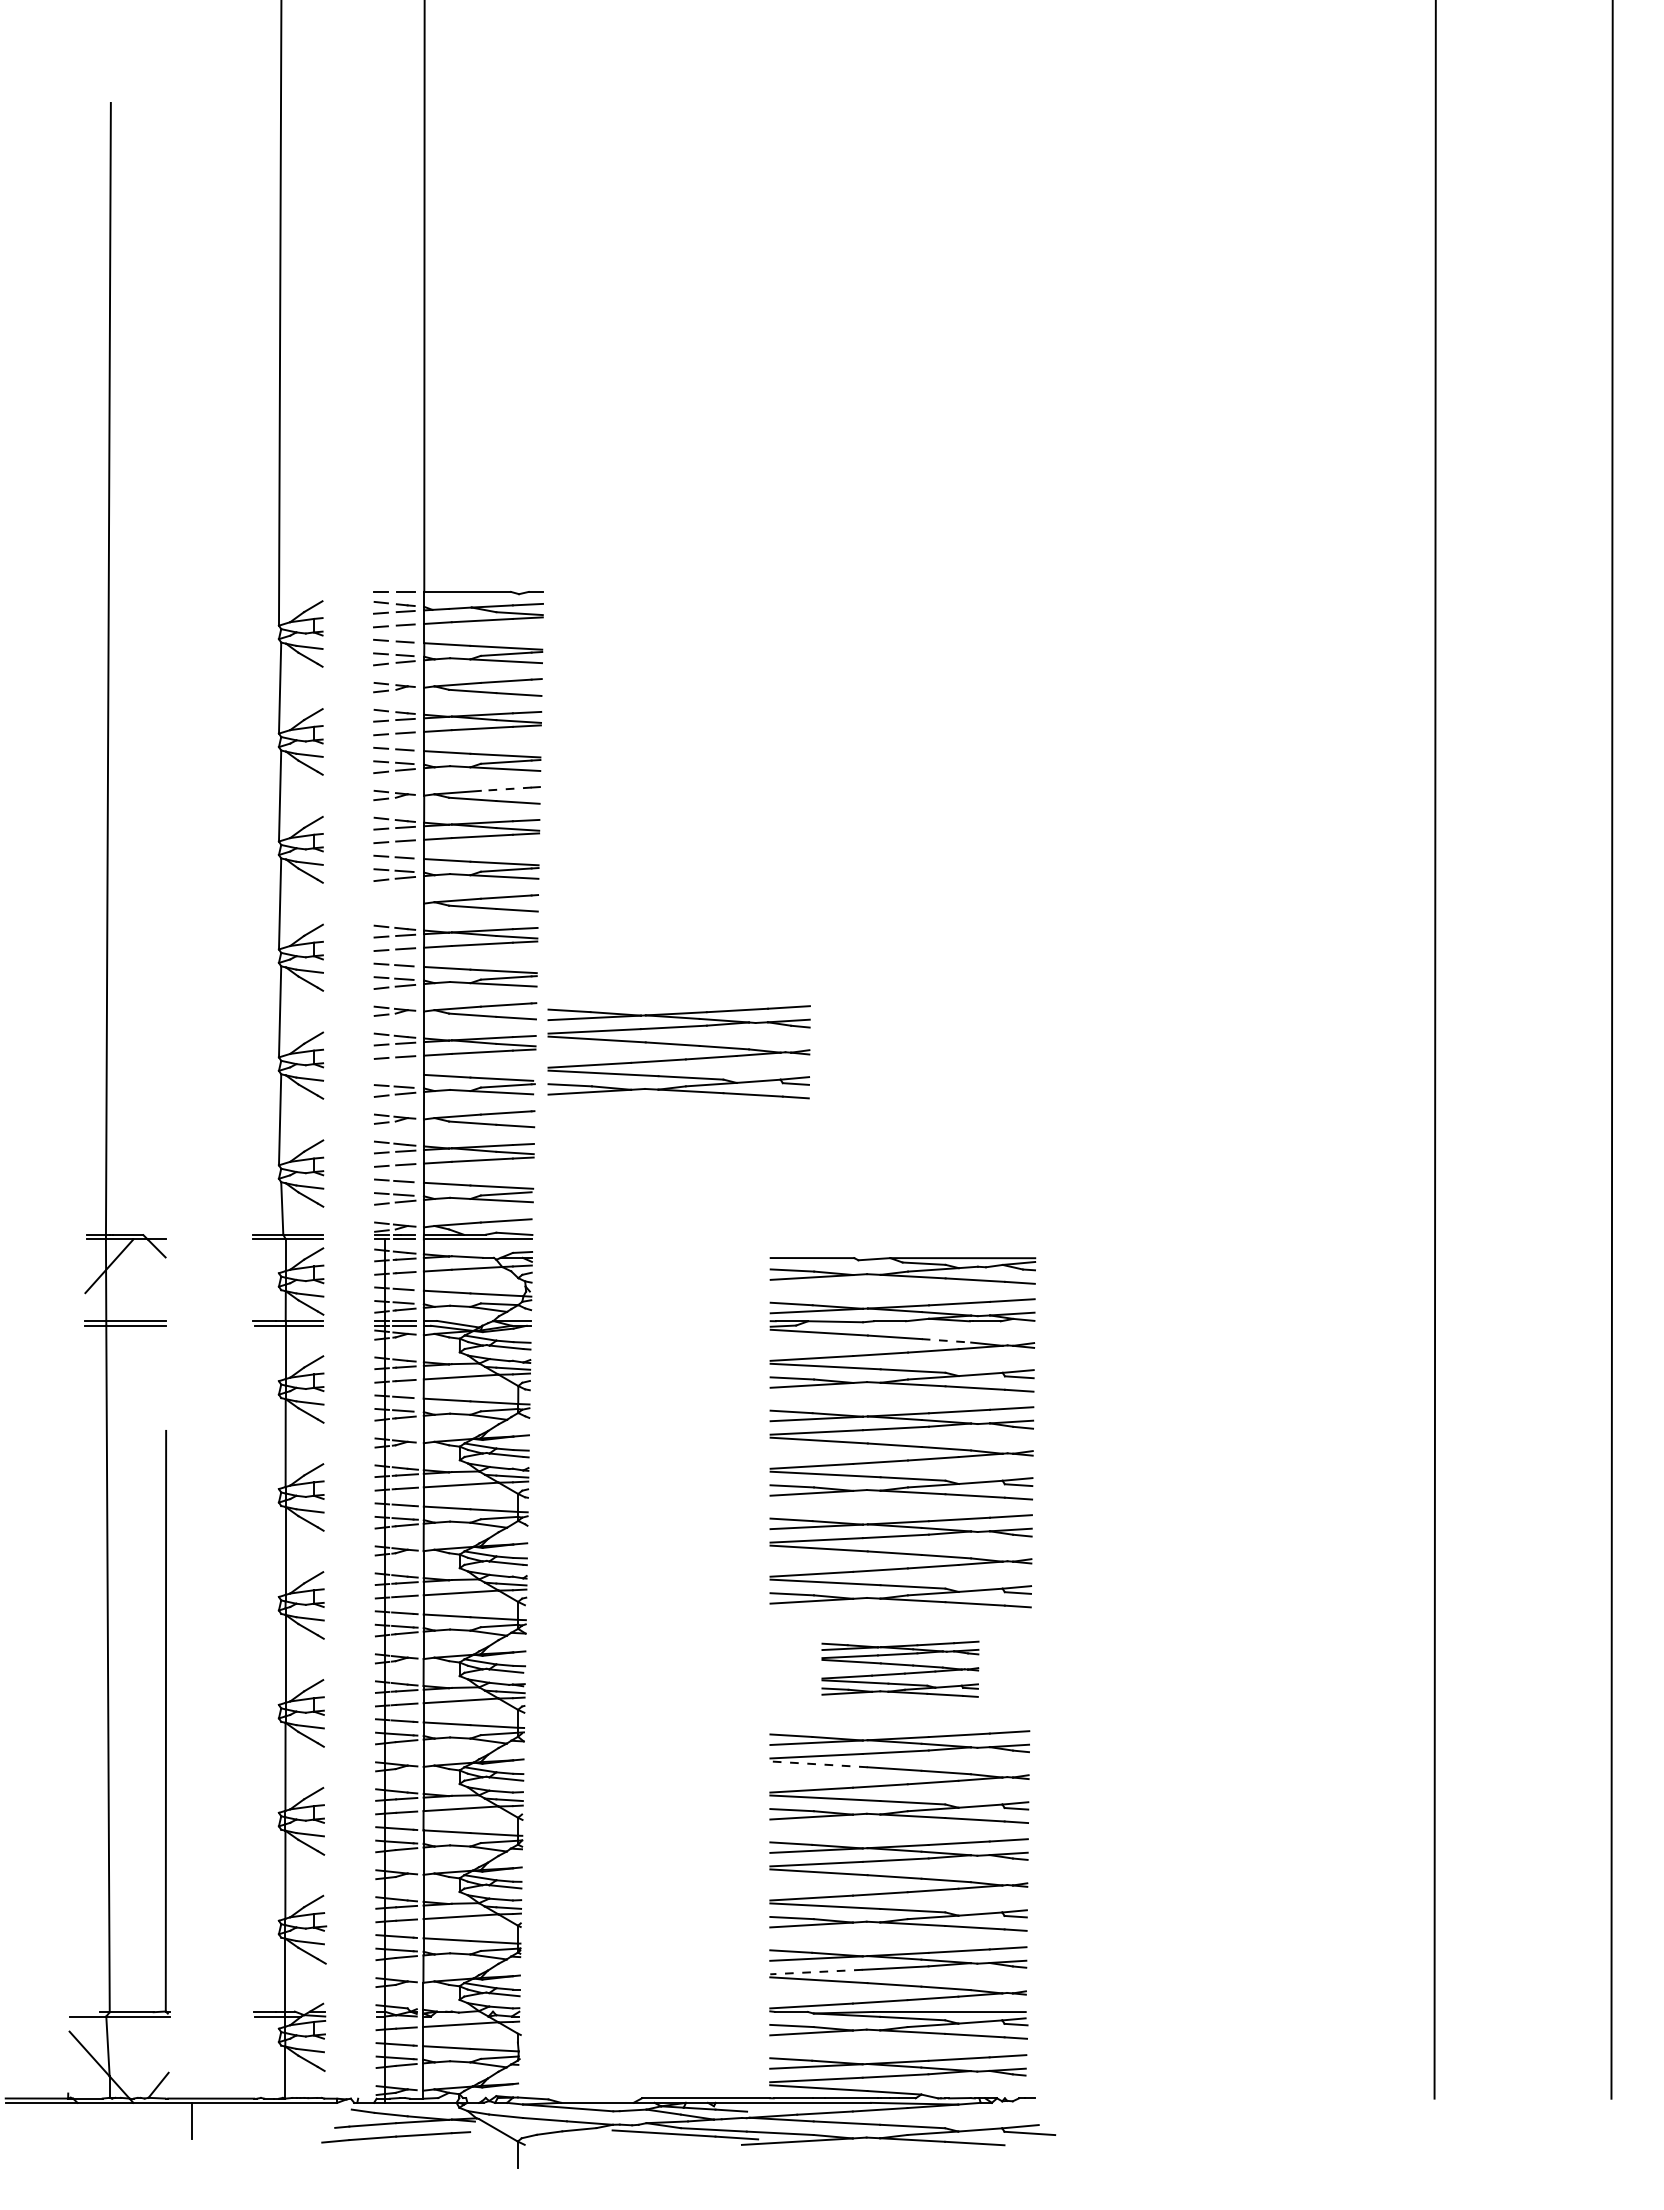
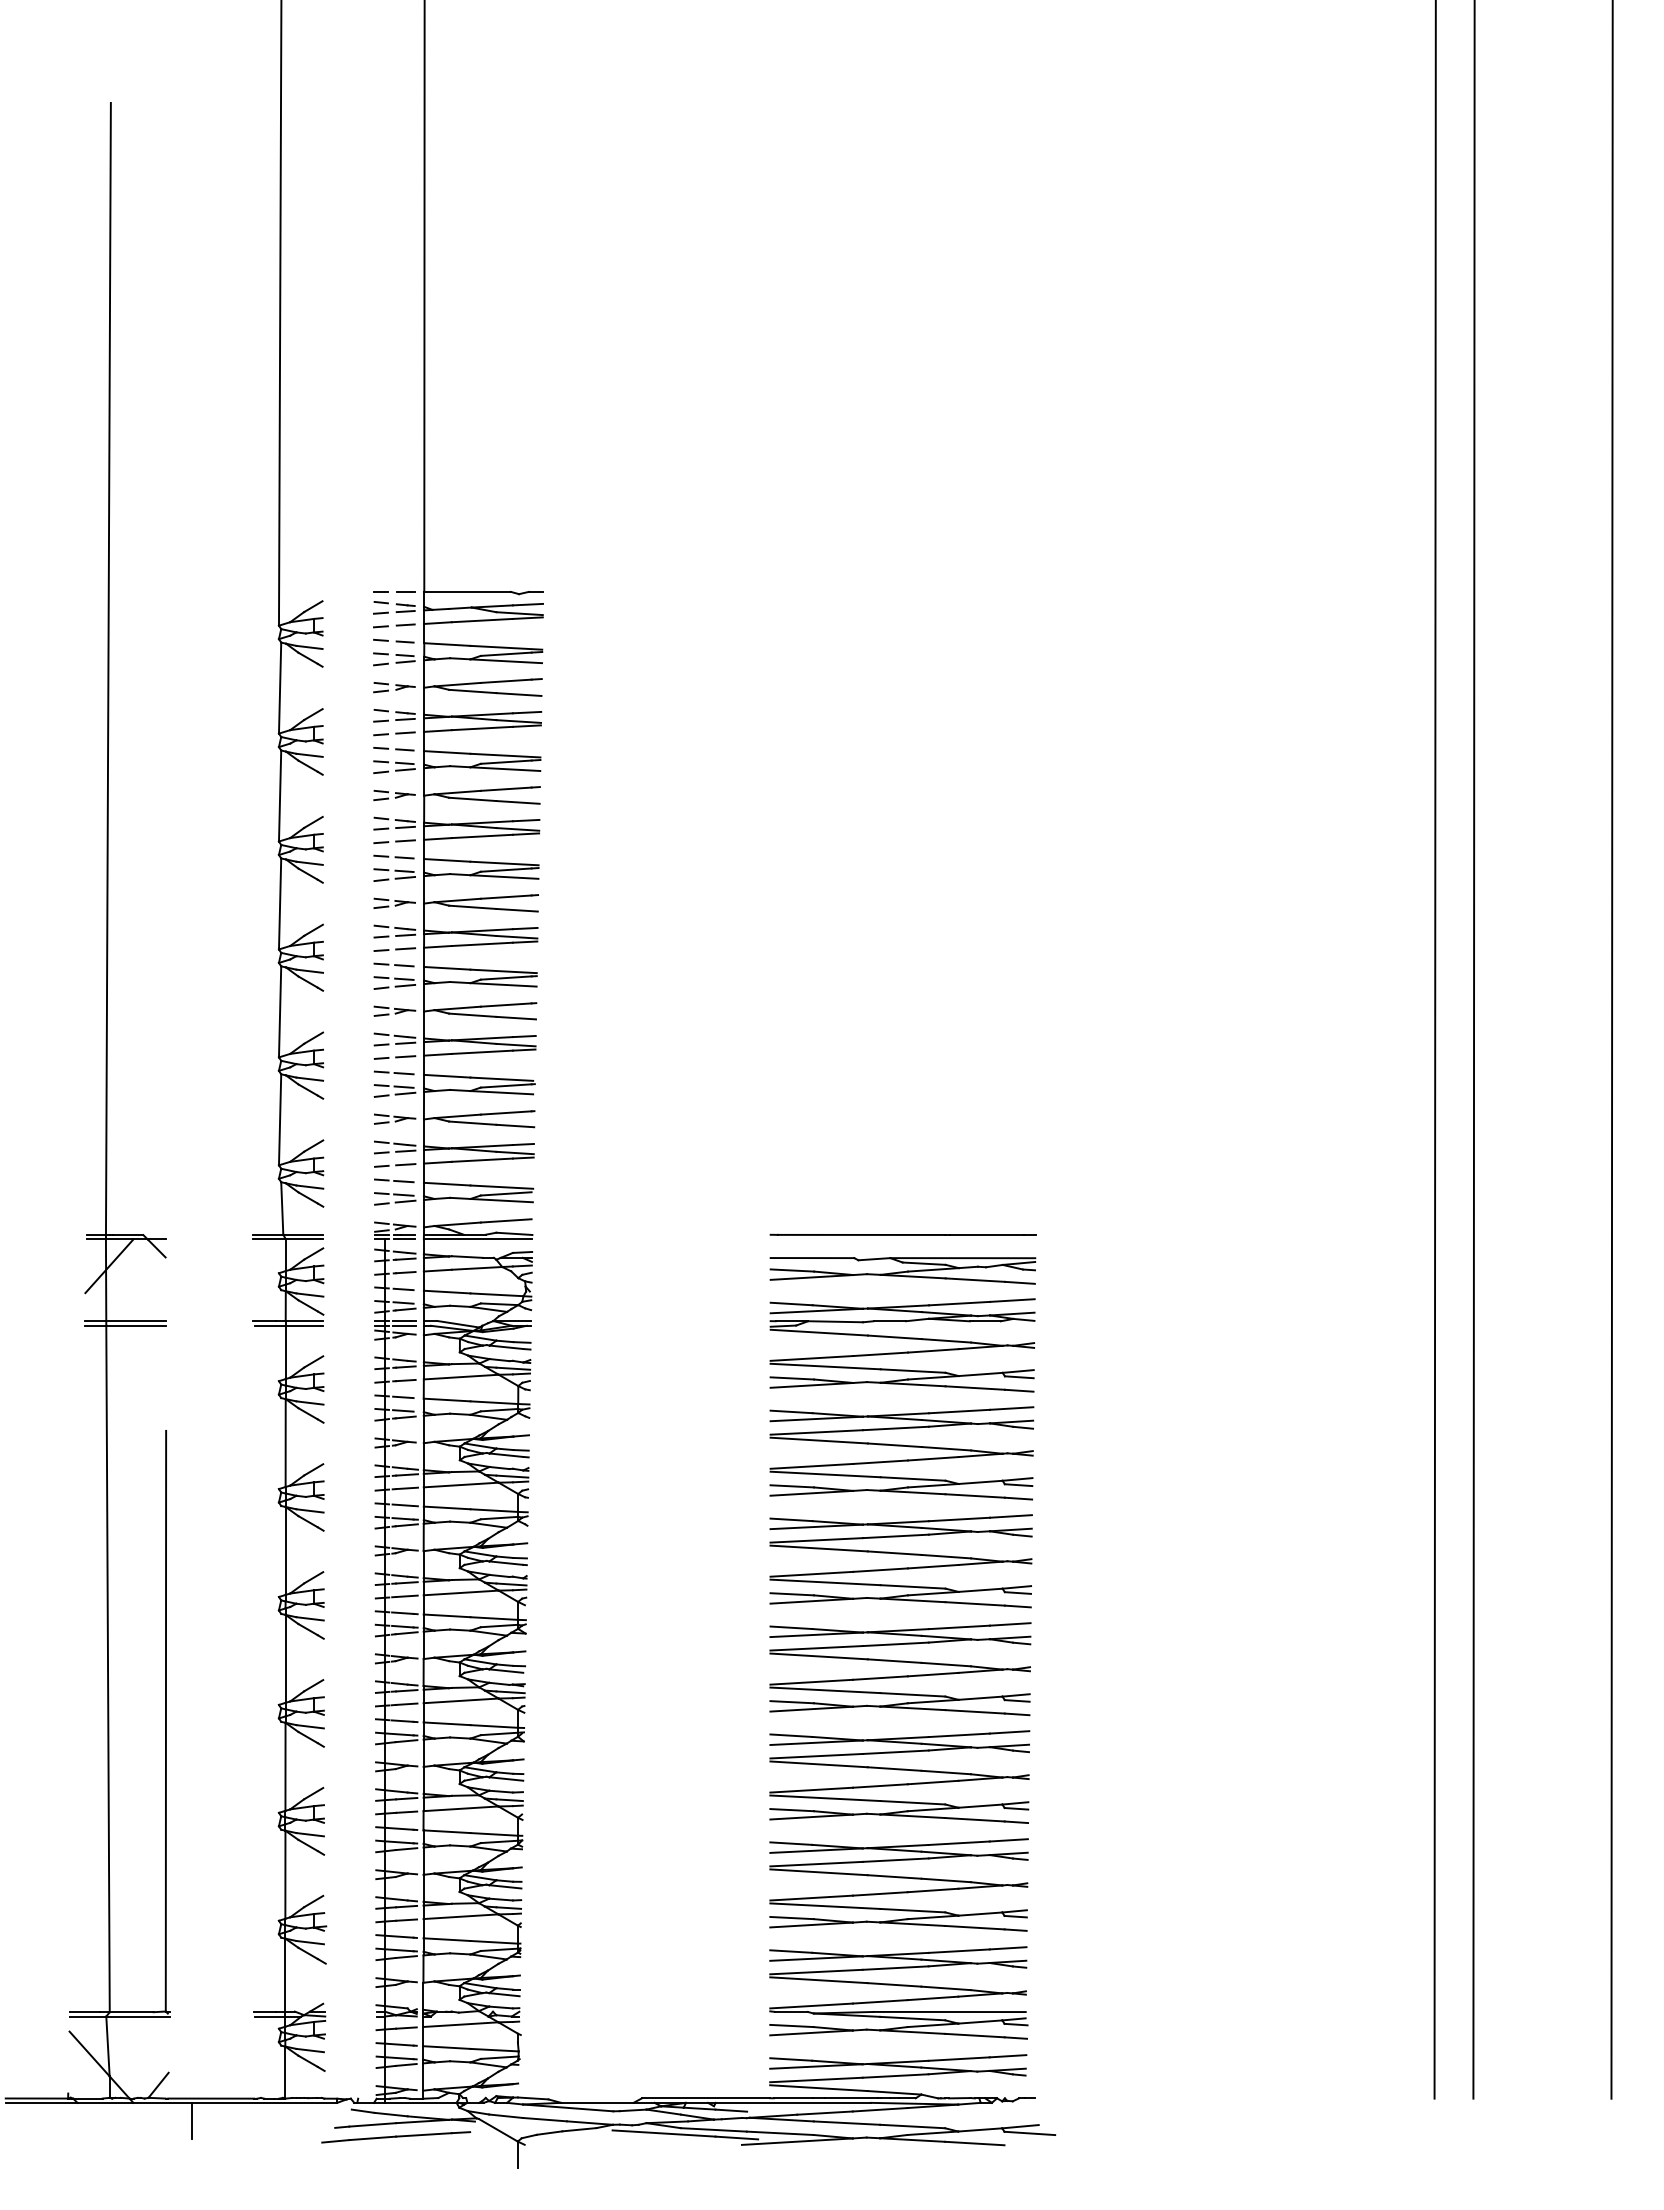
line at (505, 789): dashed -> solid
part at (394, 902): none -> present
line at (1473, 1050): none -> present
part at (679, 1058): present -> none
line at (393, 1072): none -> present
line at (902, 1234): none -> present
line at (946, 1340): dashed -> solid
part at (900, 1668) size: 159x58 px -> 263x95 px
line at (819, 1764): dashed -> solid
line at (815, 1972): dashed -> solid
line at (84, 2012): none -> present
